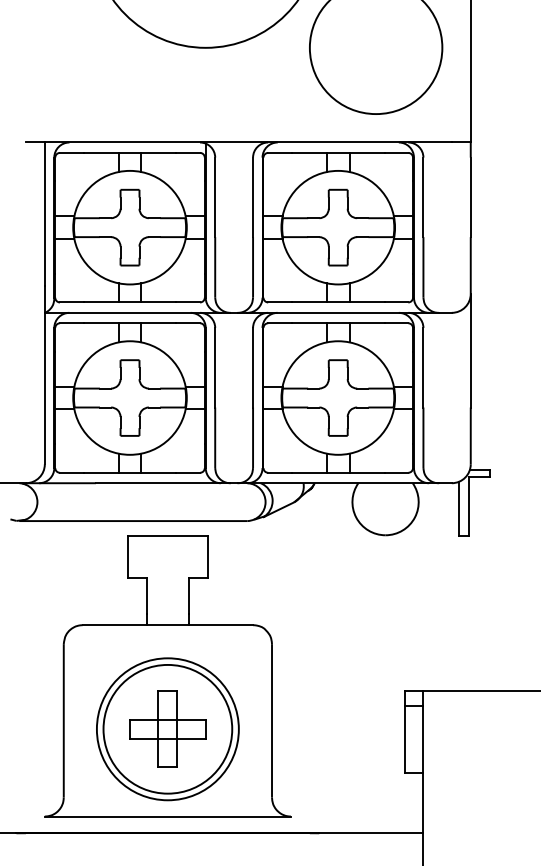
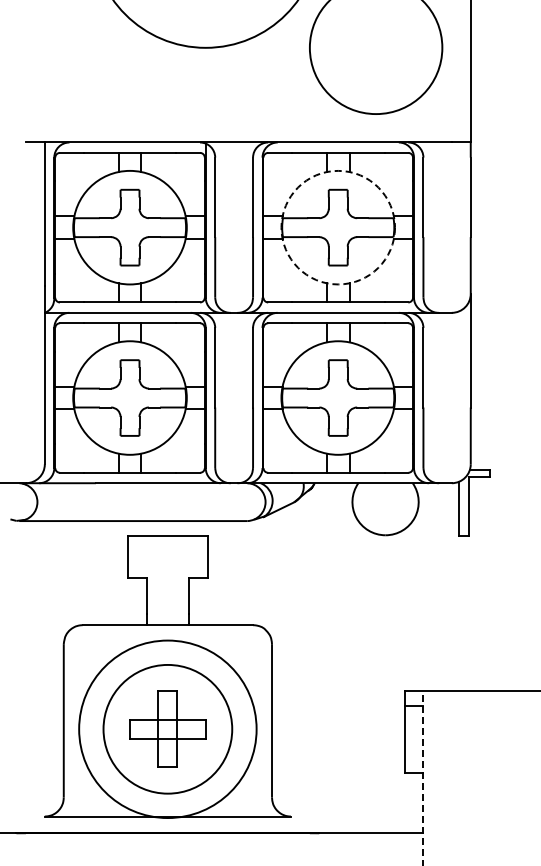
circle at (338, 227): solid -> dashed
circle at (167, 729) diameter: 142 px -> 177 px
line at (423, 778): solid -> dashed
